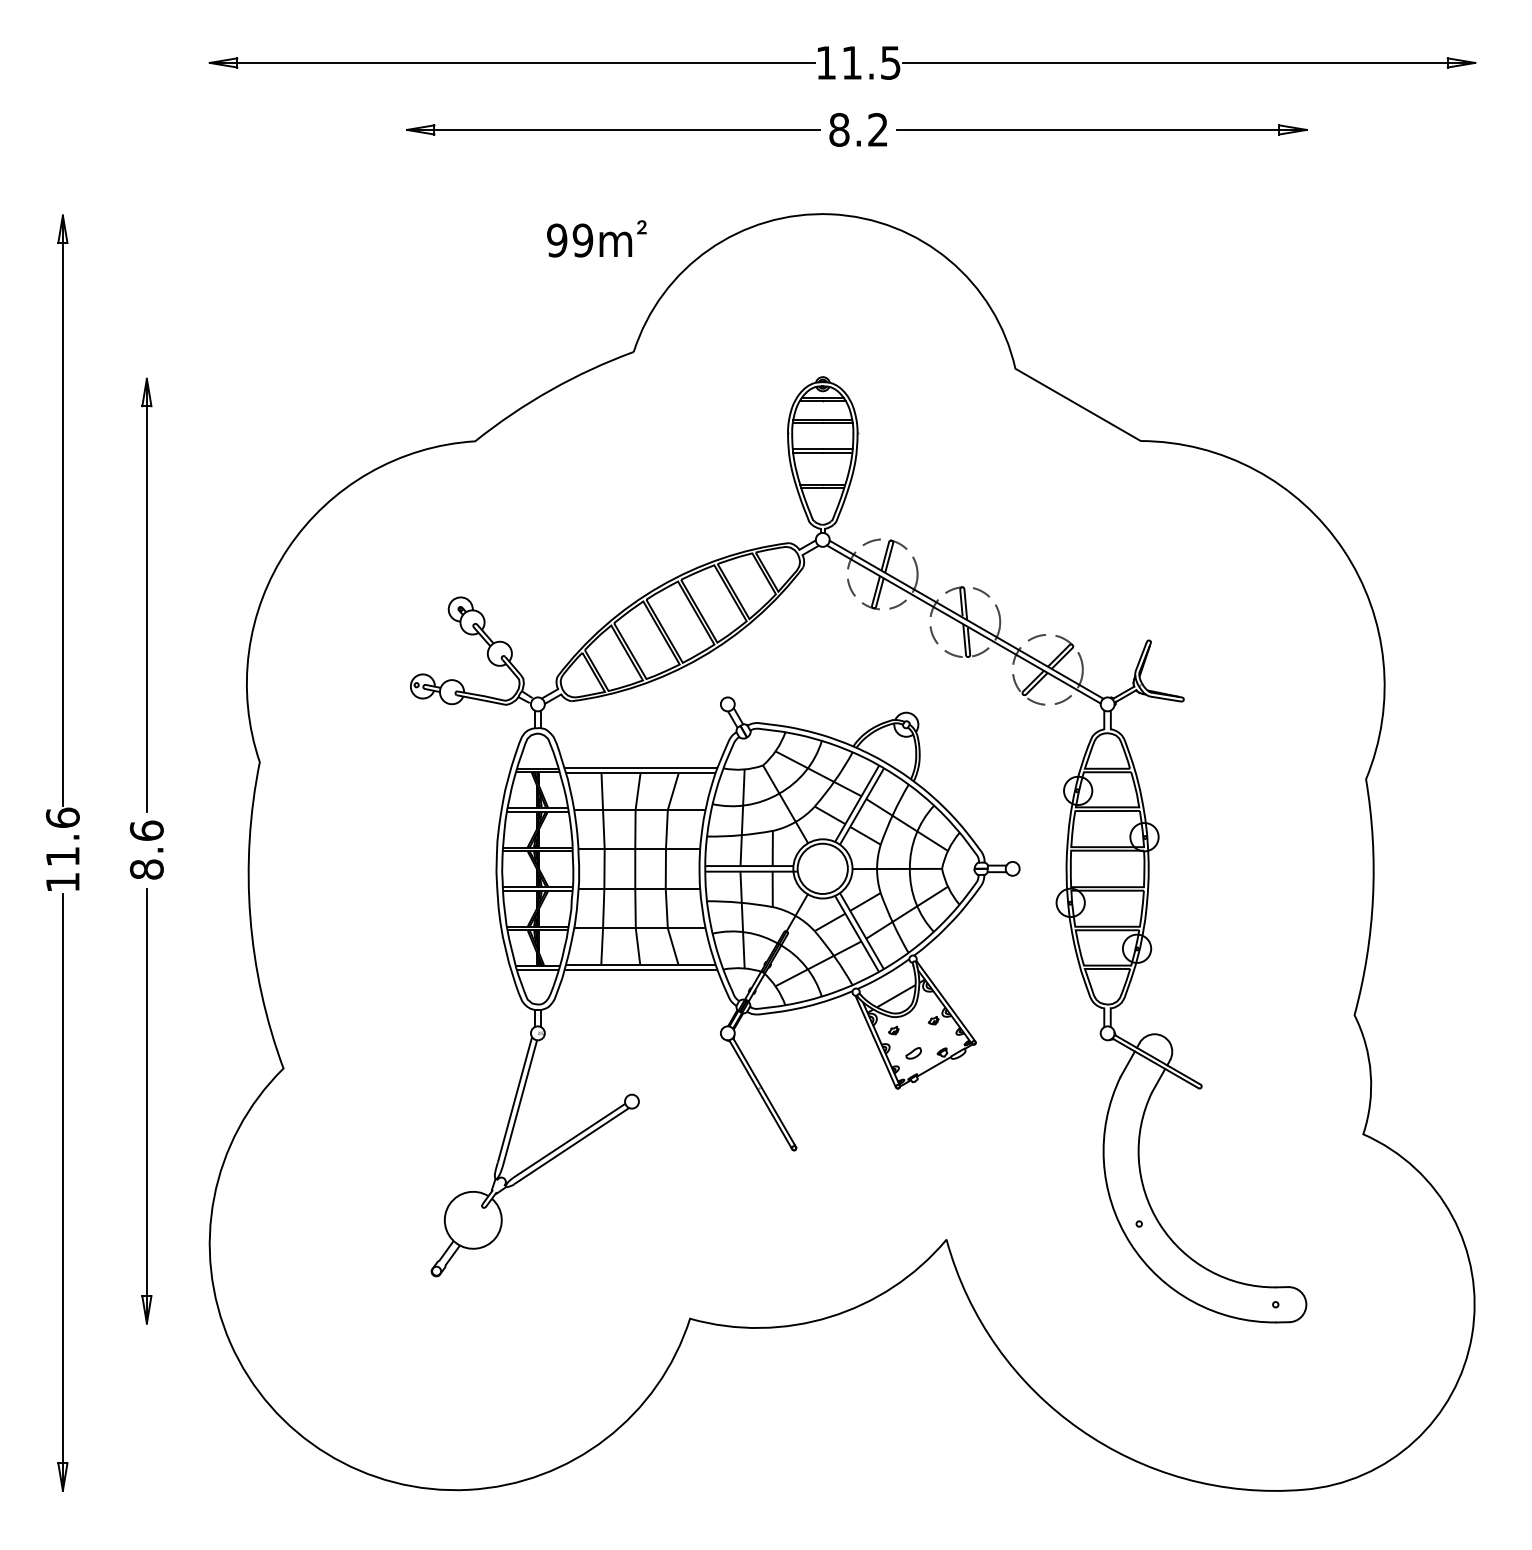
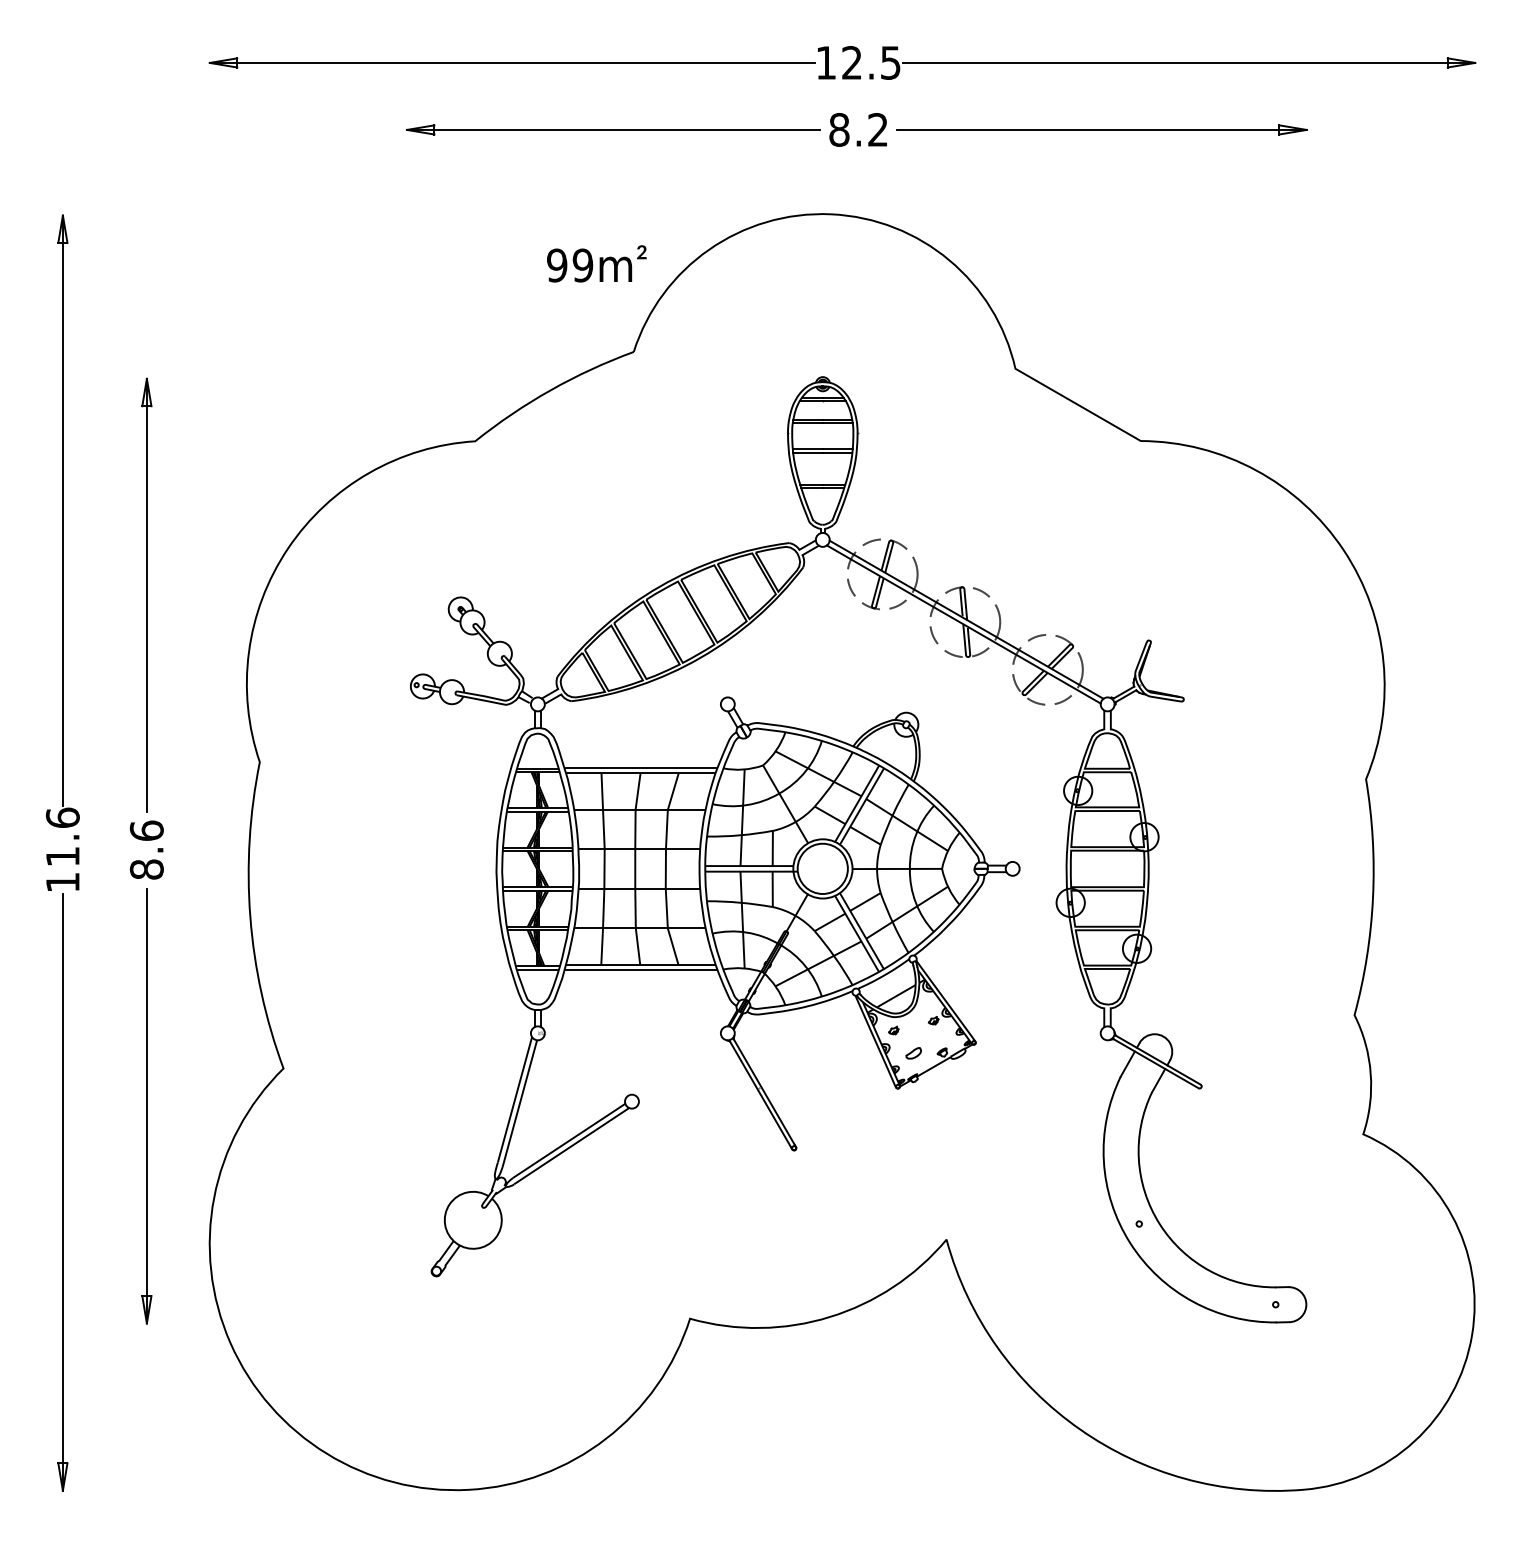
text at (851, 62): 11.5 -> 12.5
text at (596, 238) position: (596, 238) -> (596, 263)
